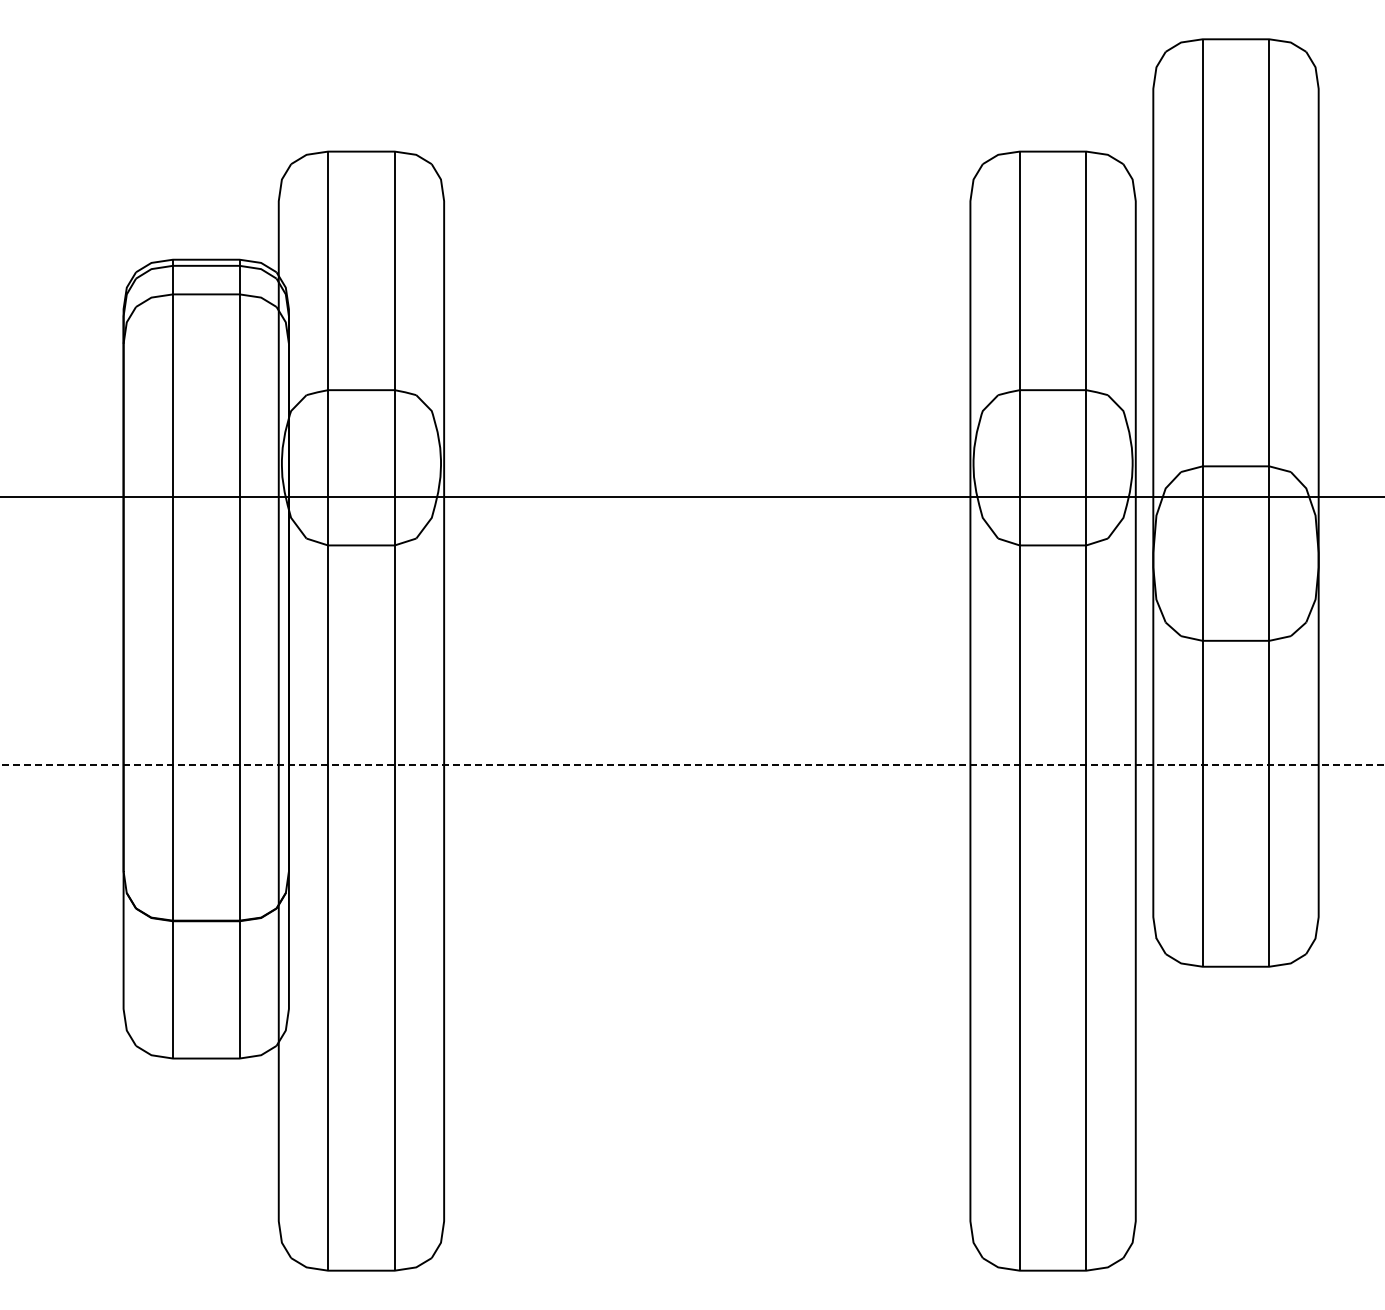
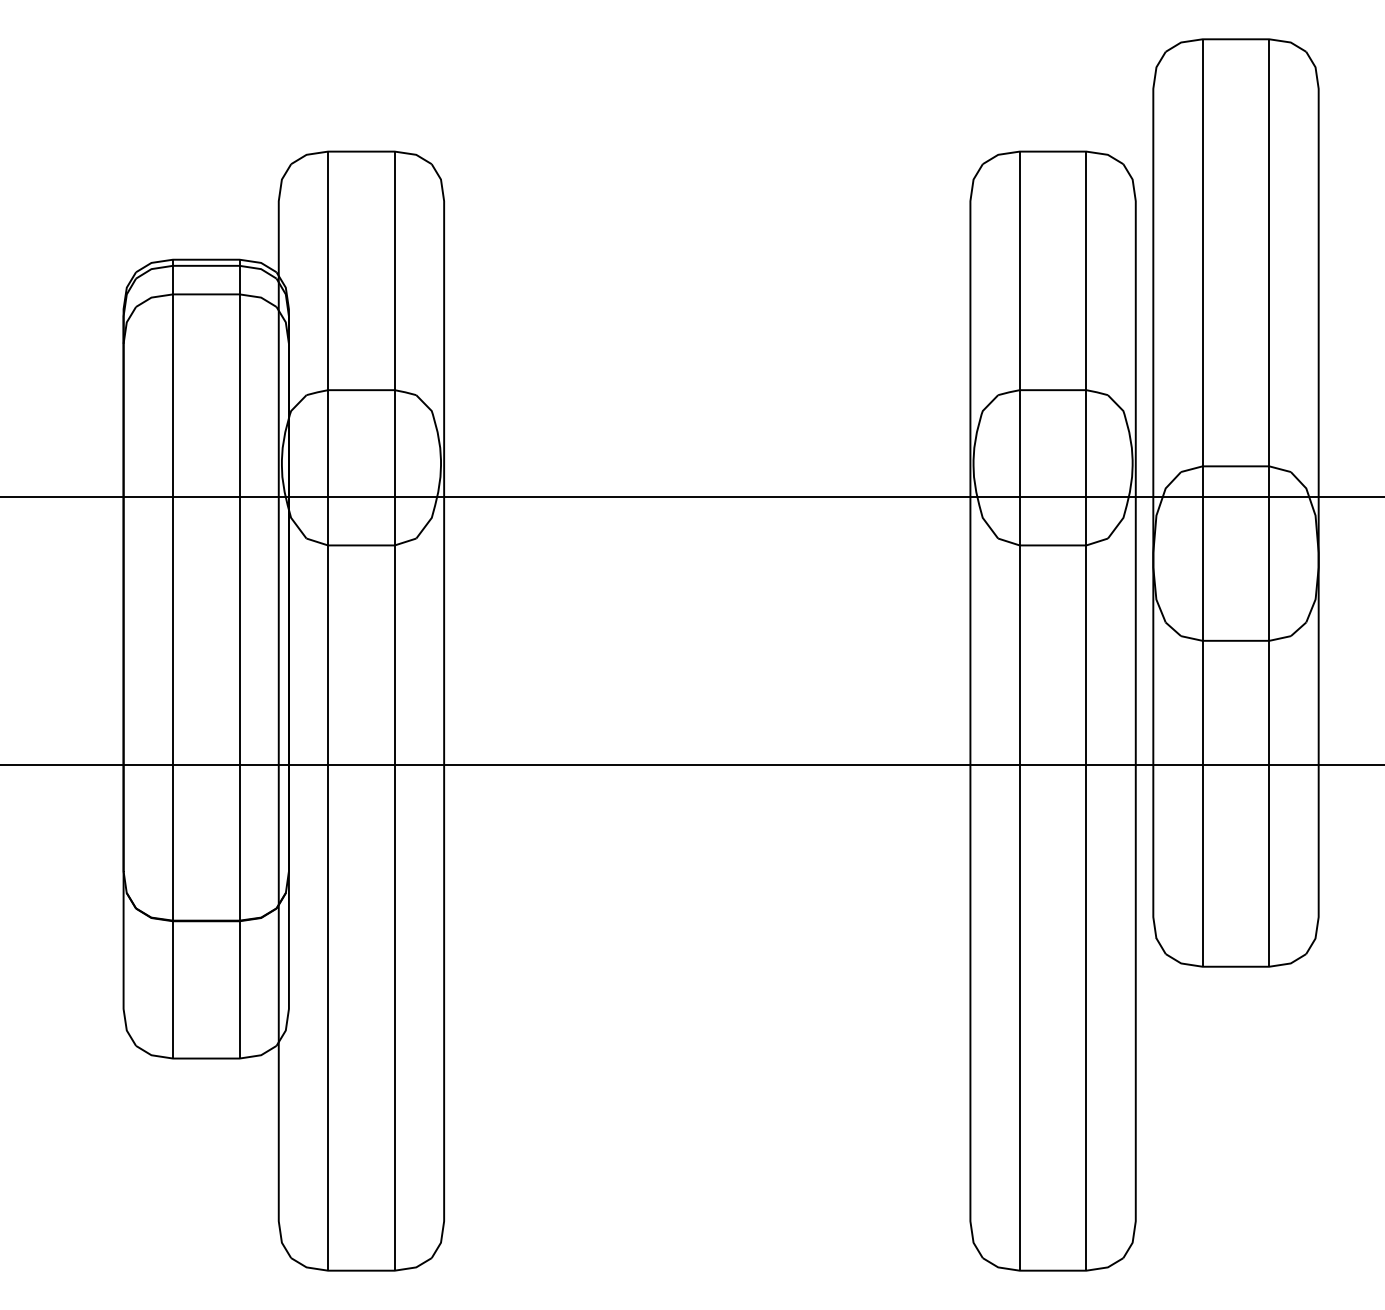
line at (692, 765): dashed -> solid
